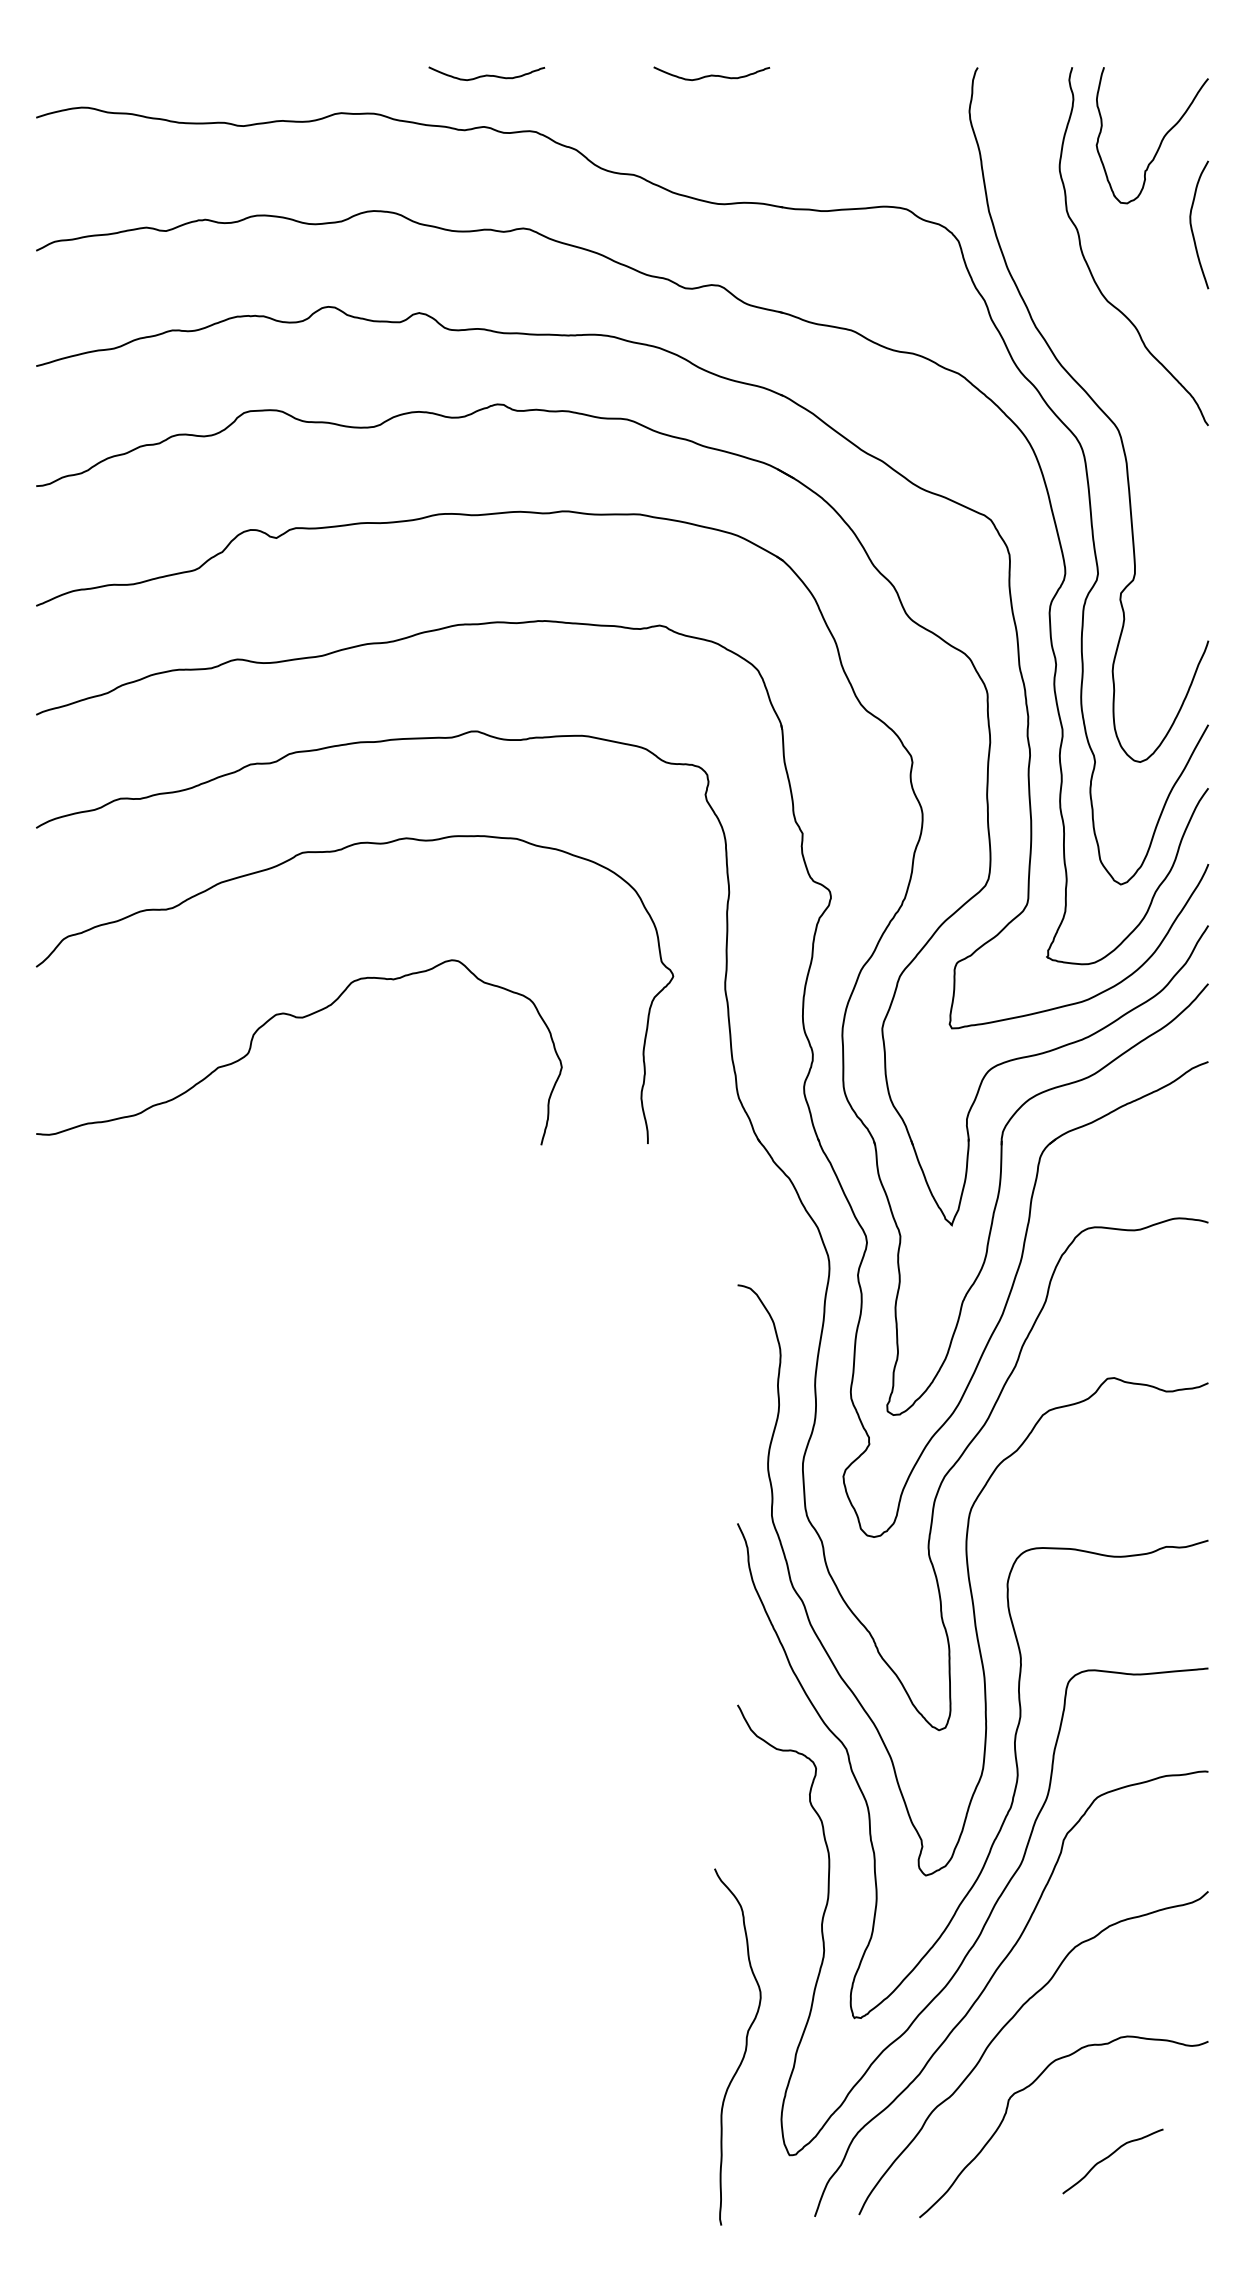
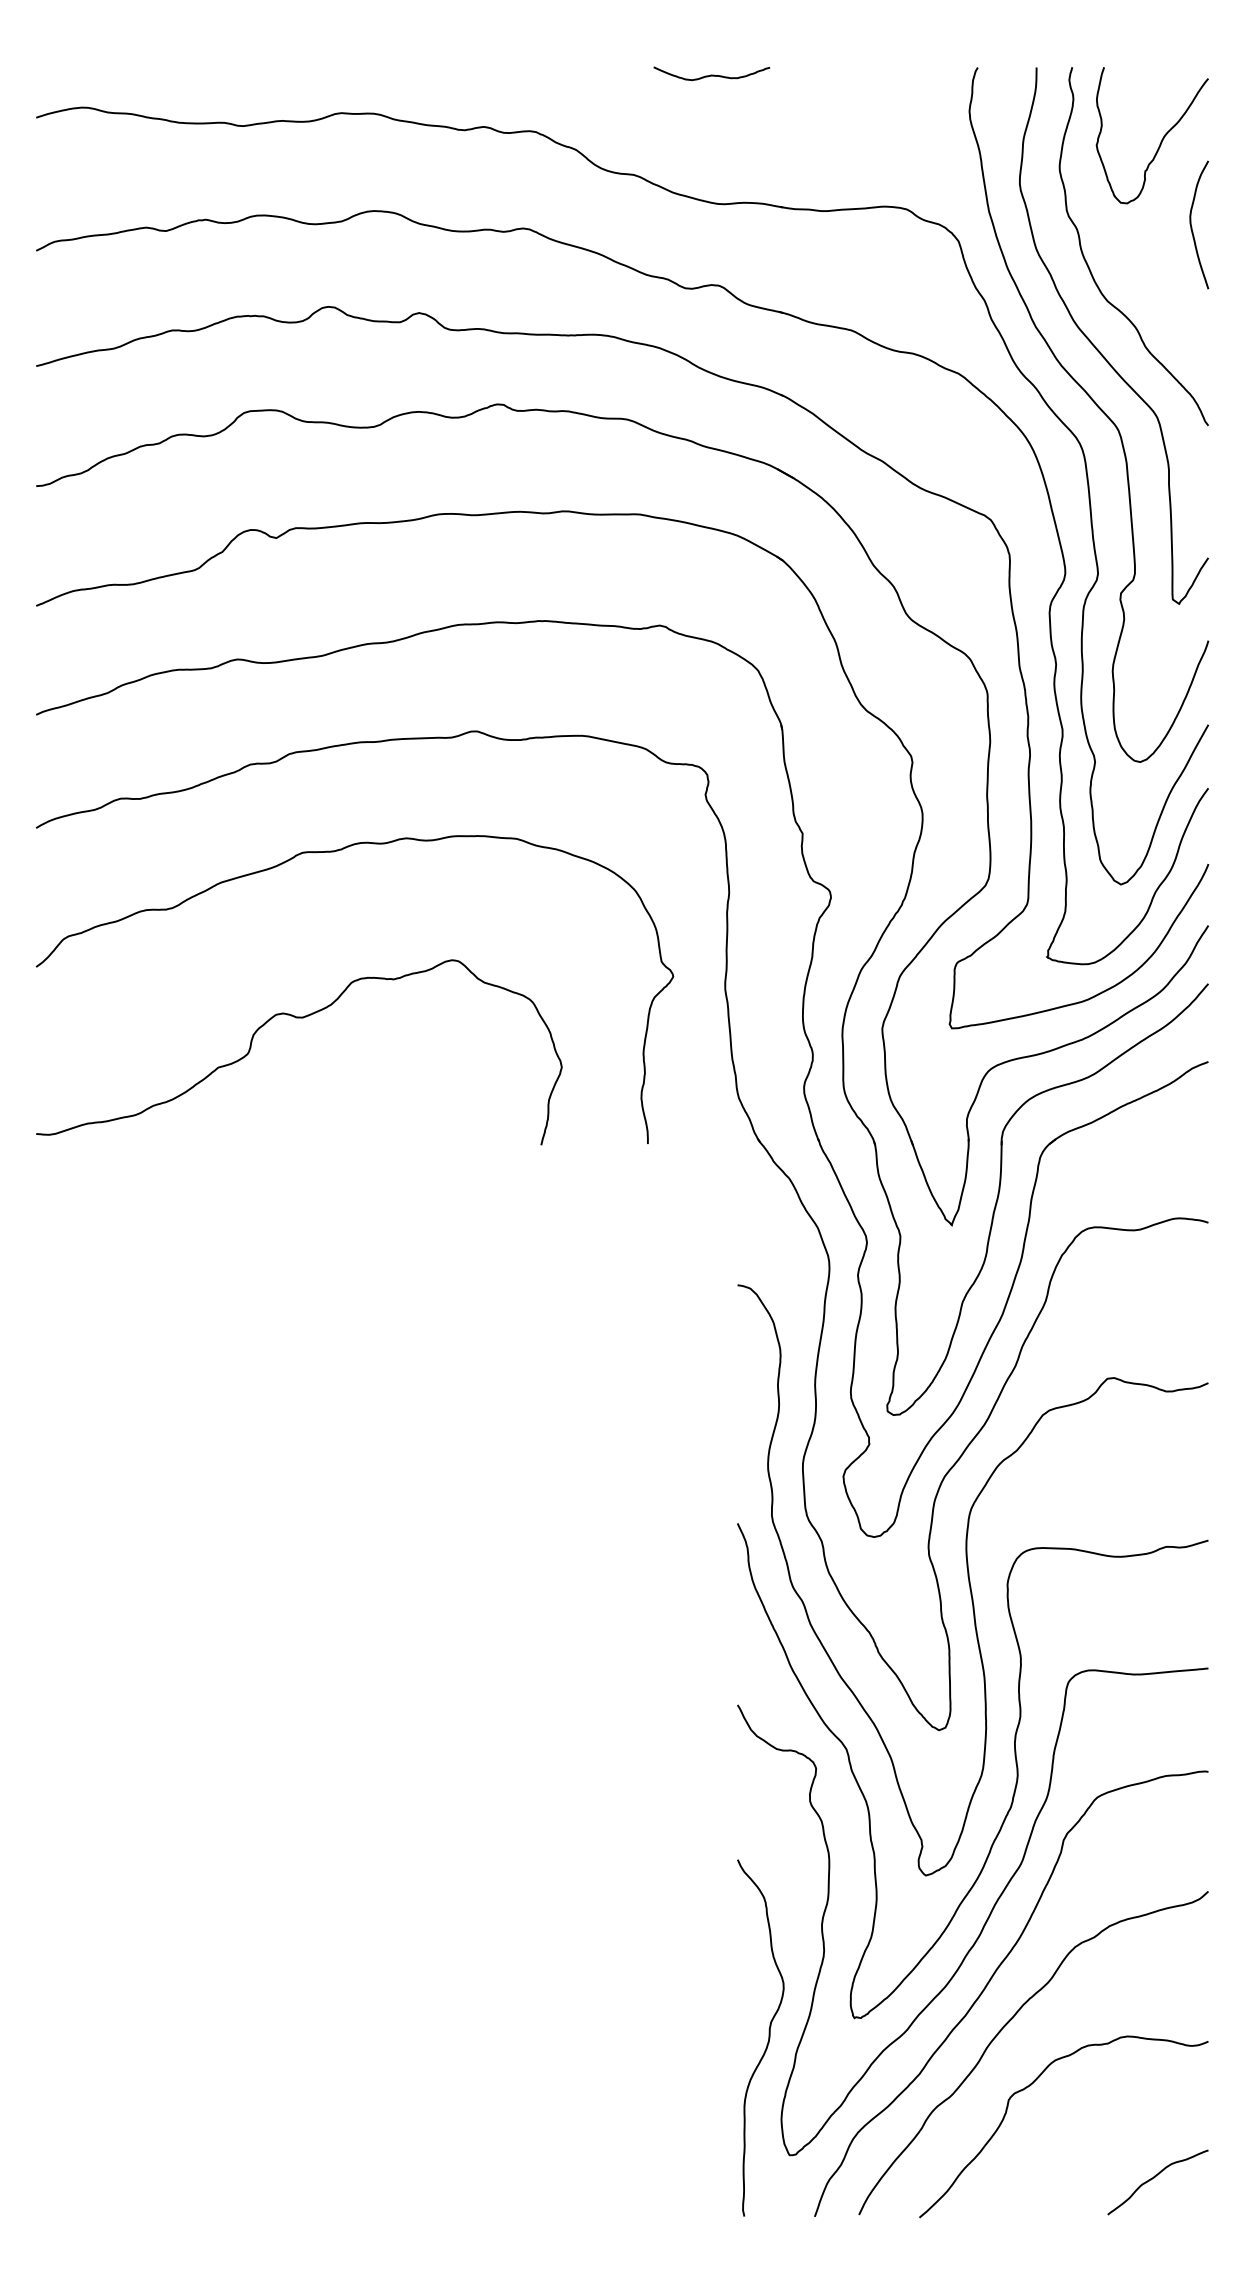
curve at (486, 74): present -> none
curve at (1099, 350): none -> present
curve at (745, 2046) position: (745, 2046) -> (768, 2037)
curve at (1109, 2157) position: (1109, 2157) -> (1154, 2178)
